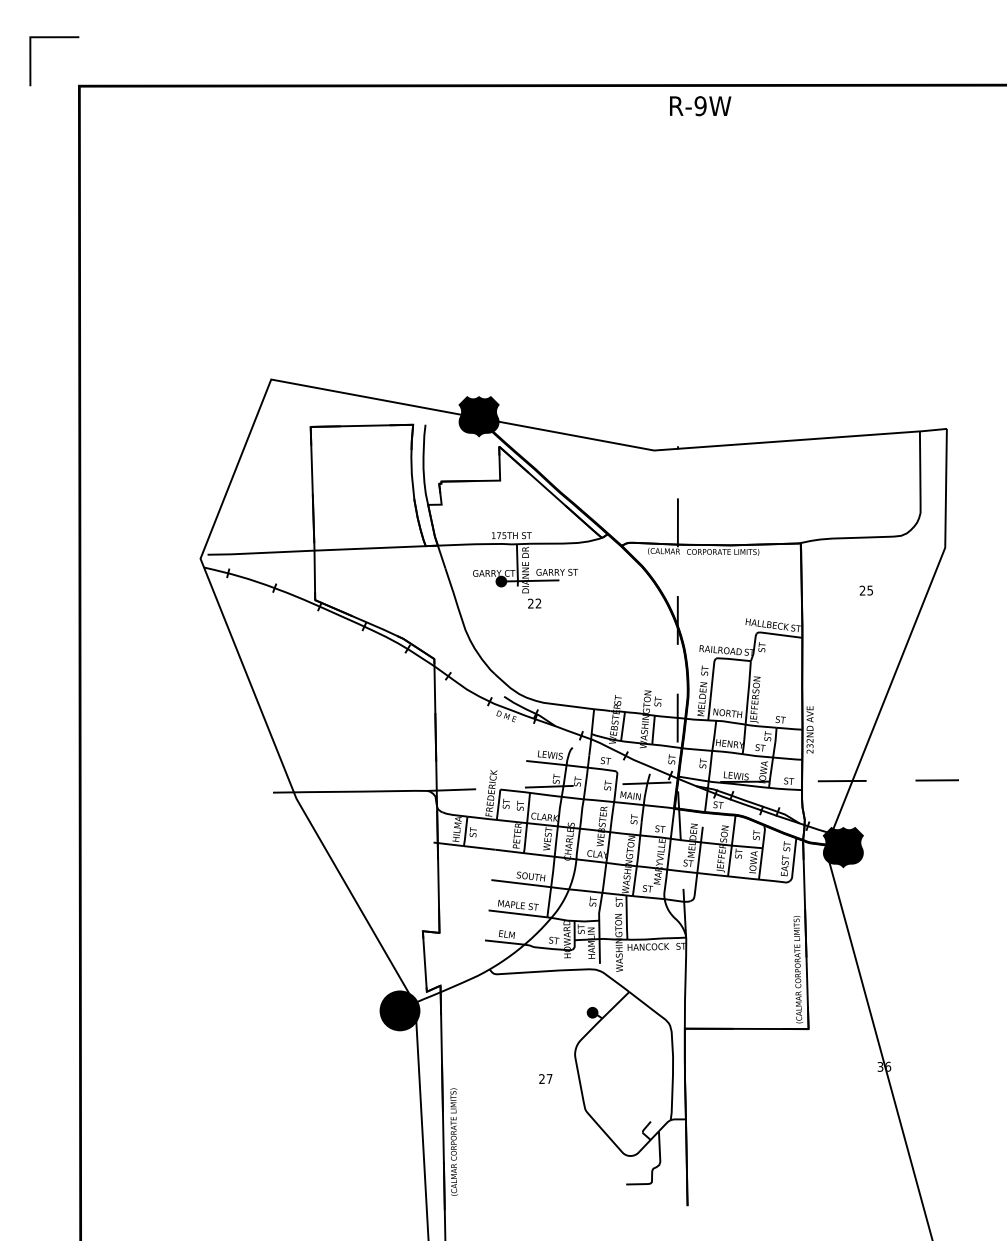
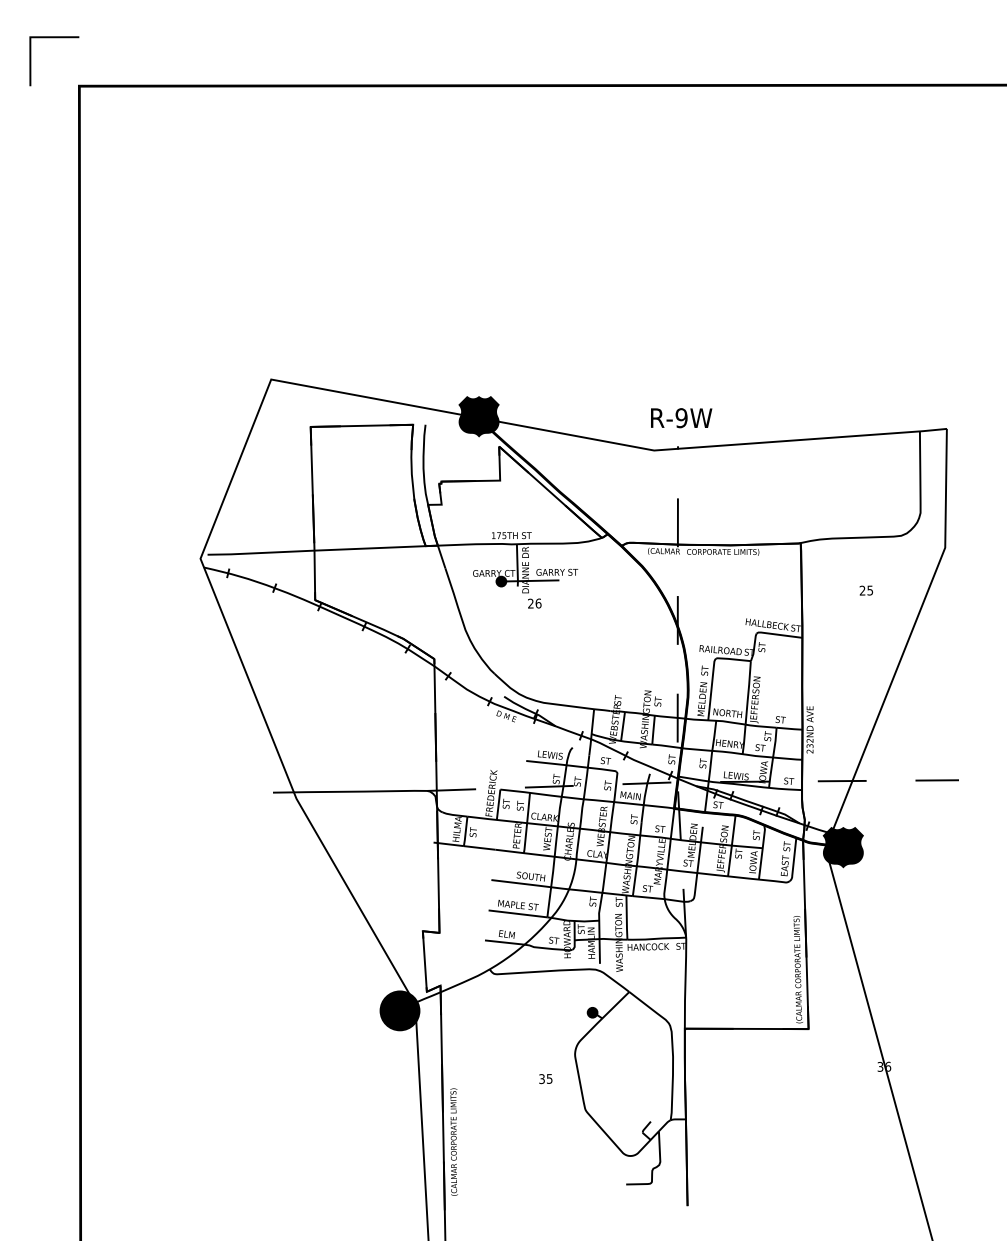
text at (700, 106) position: (700, 106) -> (681, 418)
text at (538, 603): 22 -> 26
text at (545, 1079): 27 -> 35
